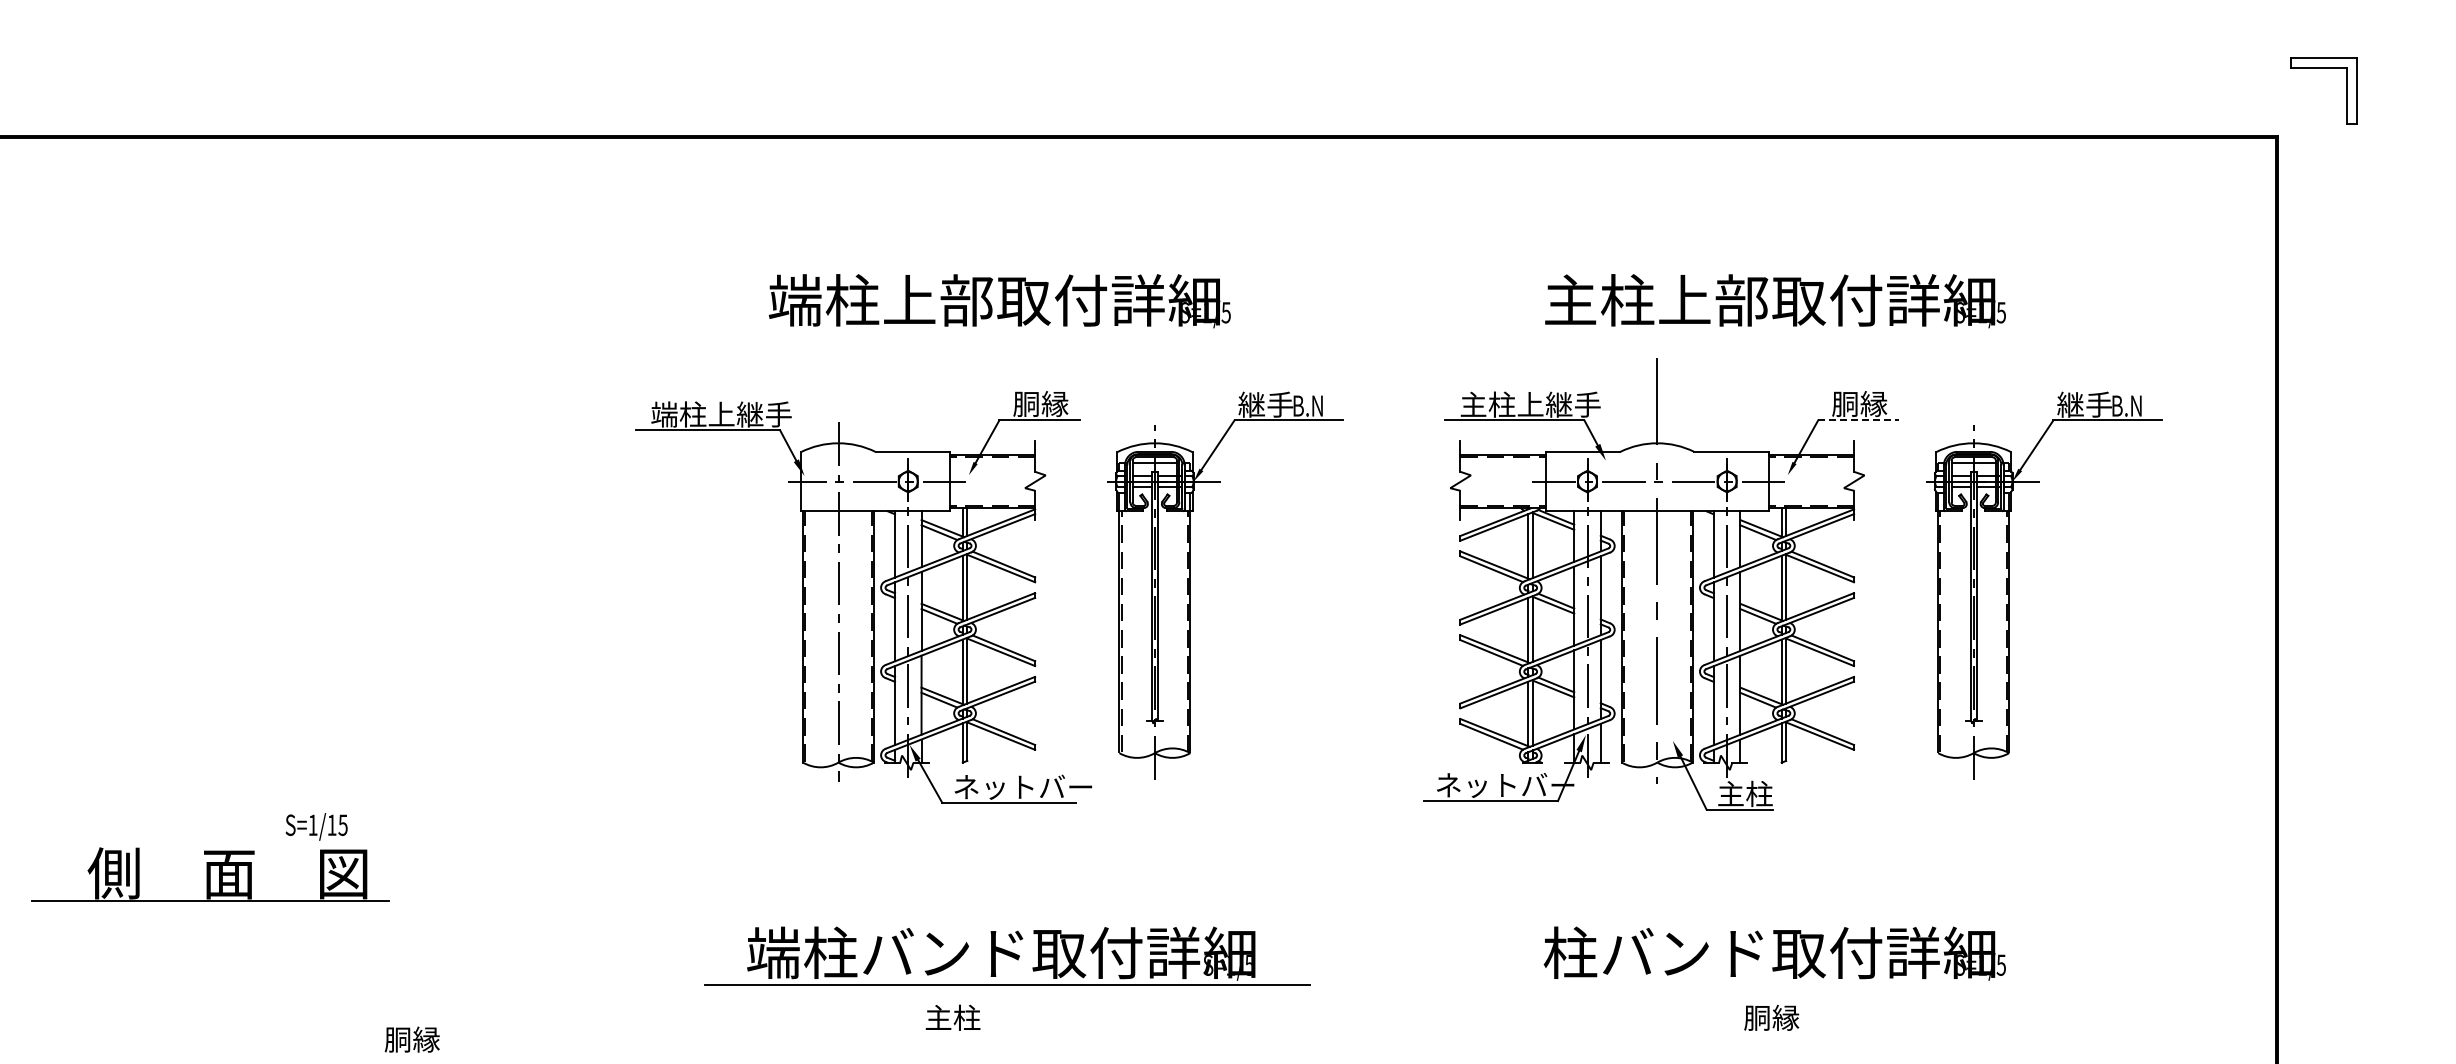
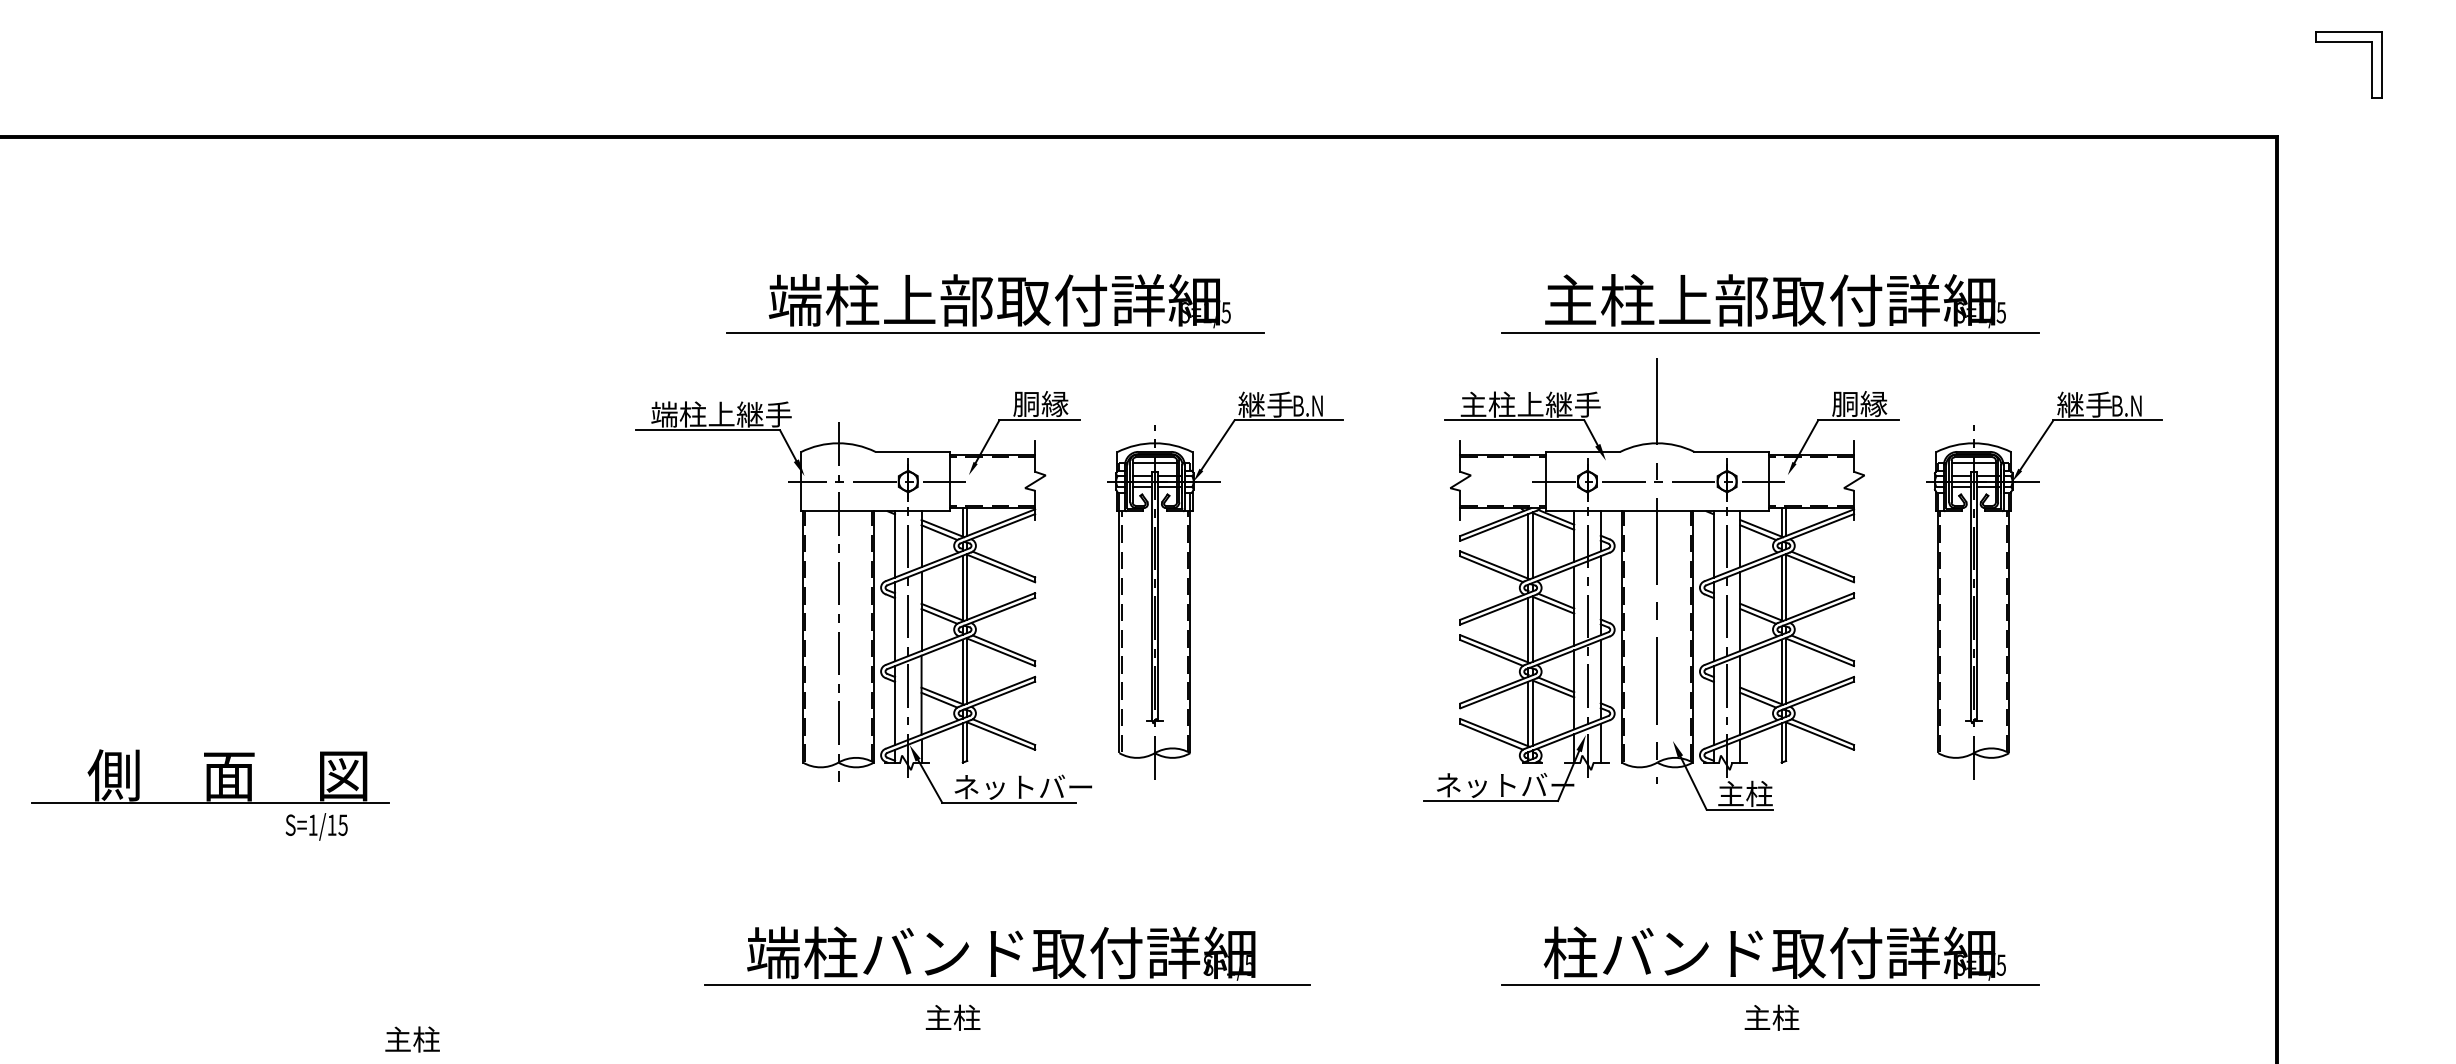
part at (2323, 68) position: (2323, 68) -> (2348, 42)
line at (995, 332): none -> present
line at (1770, 332): none -> present
line at (1859, 420): dashed -> solid
part at (210, 874) position: (210, 874) -> (210, 776)
line at (1770, 985): none -> present
text at (1771, 1017): 胴縁 -> 主柱
text at (411, 1039): 胴縁 -> 主柱
